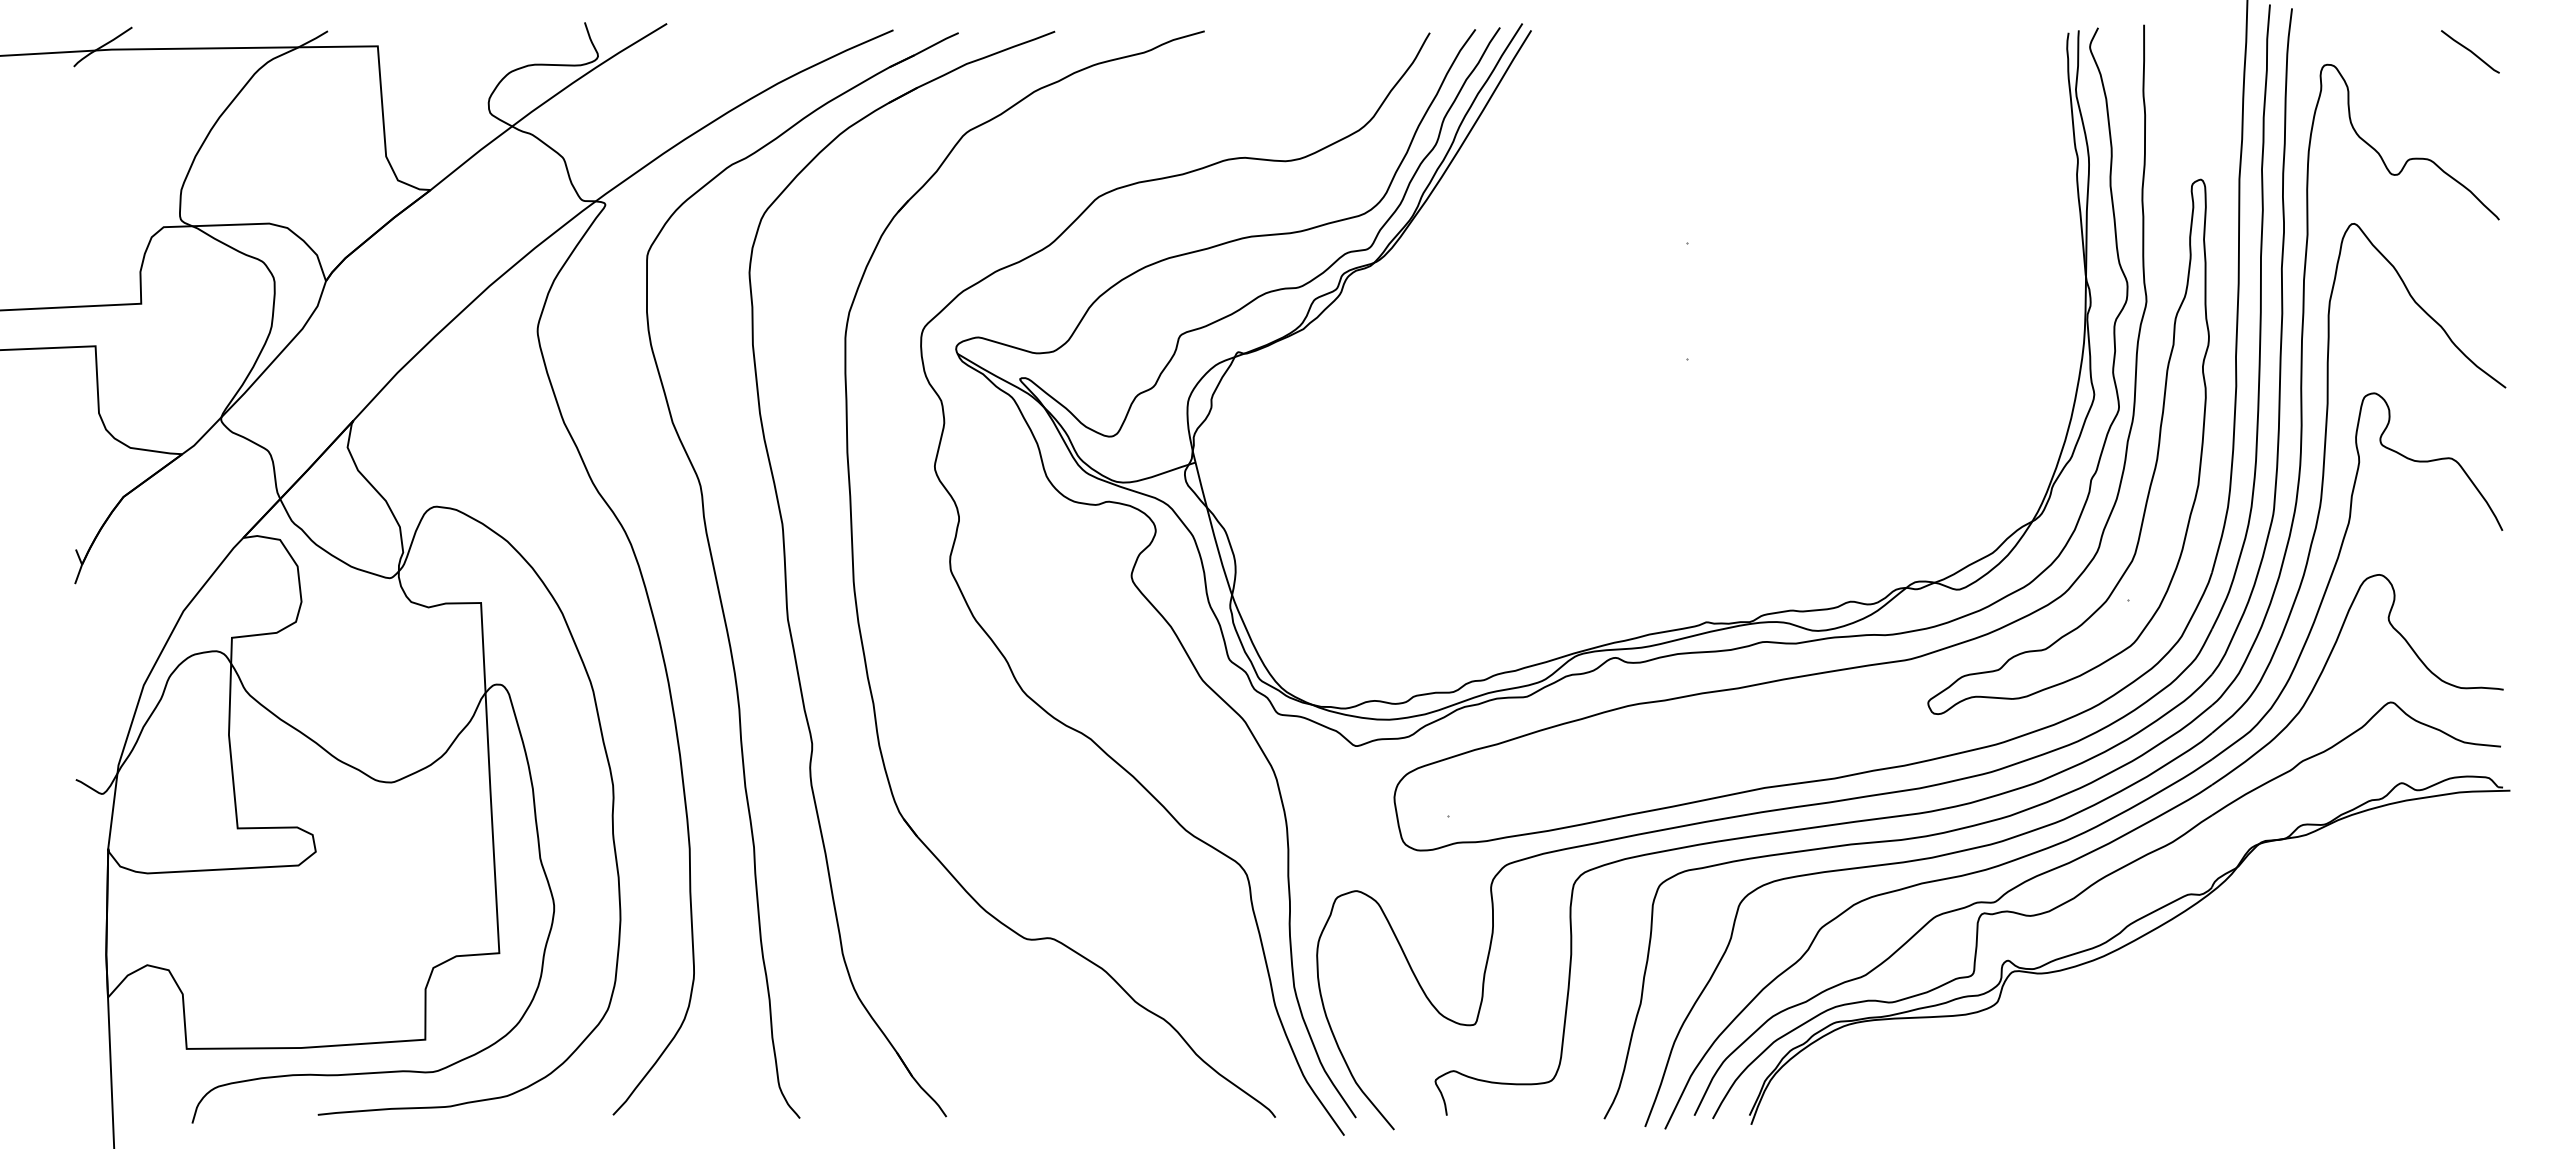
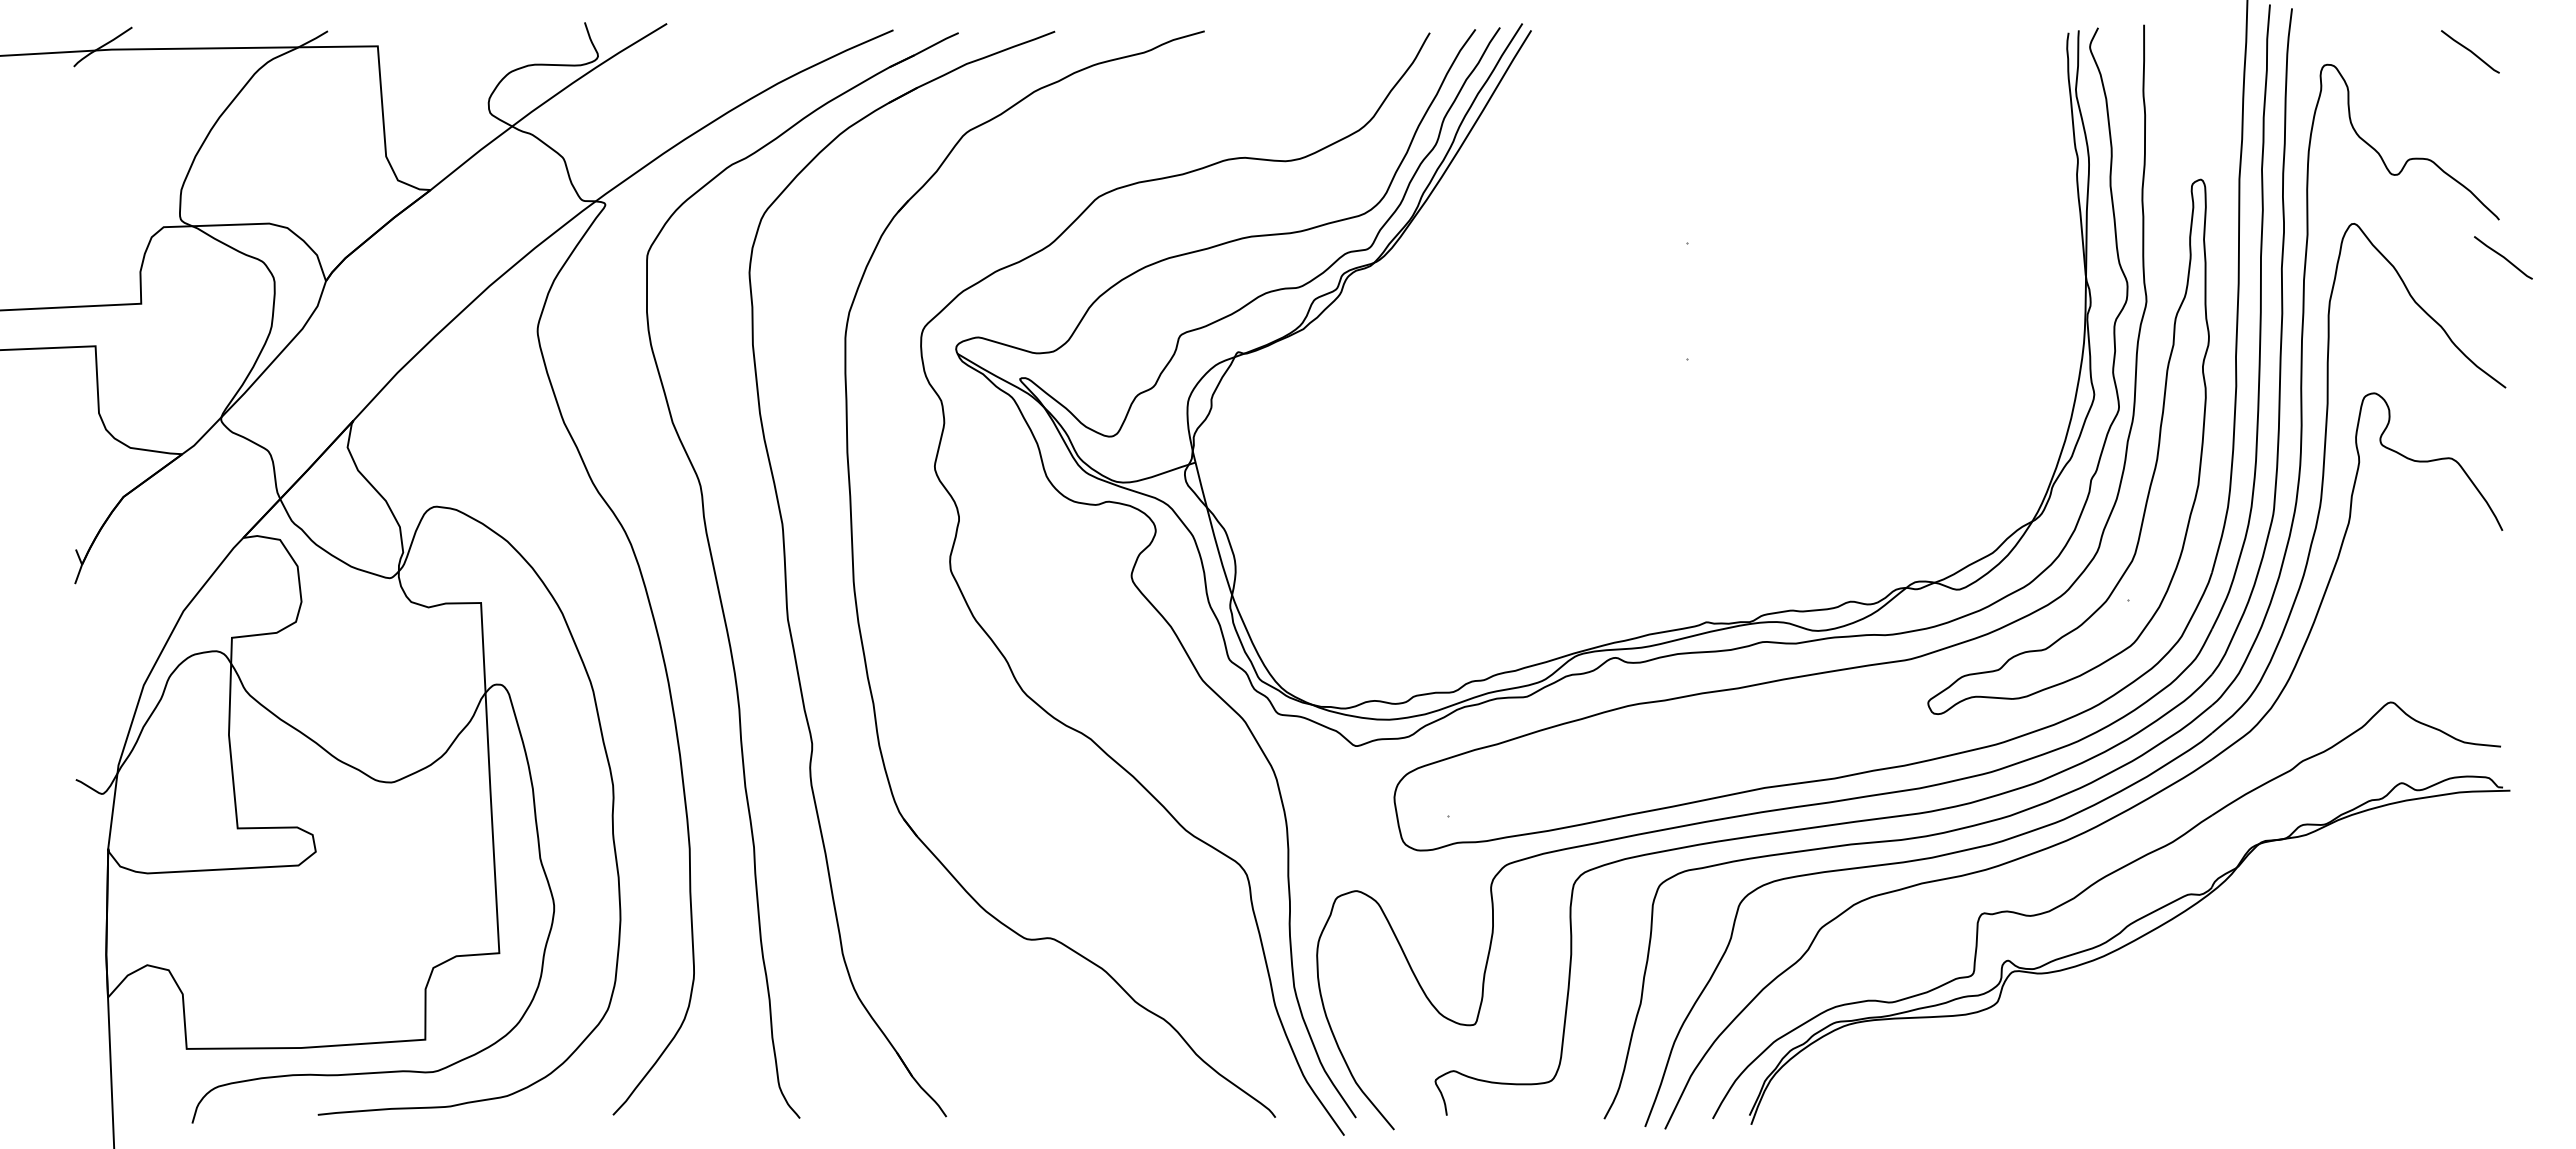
line at (2503, 257): none -> present
part at (2098, 844): present -> none
